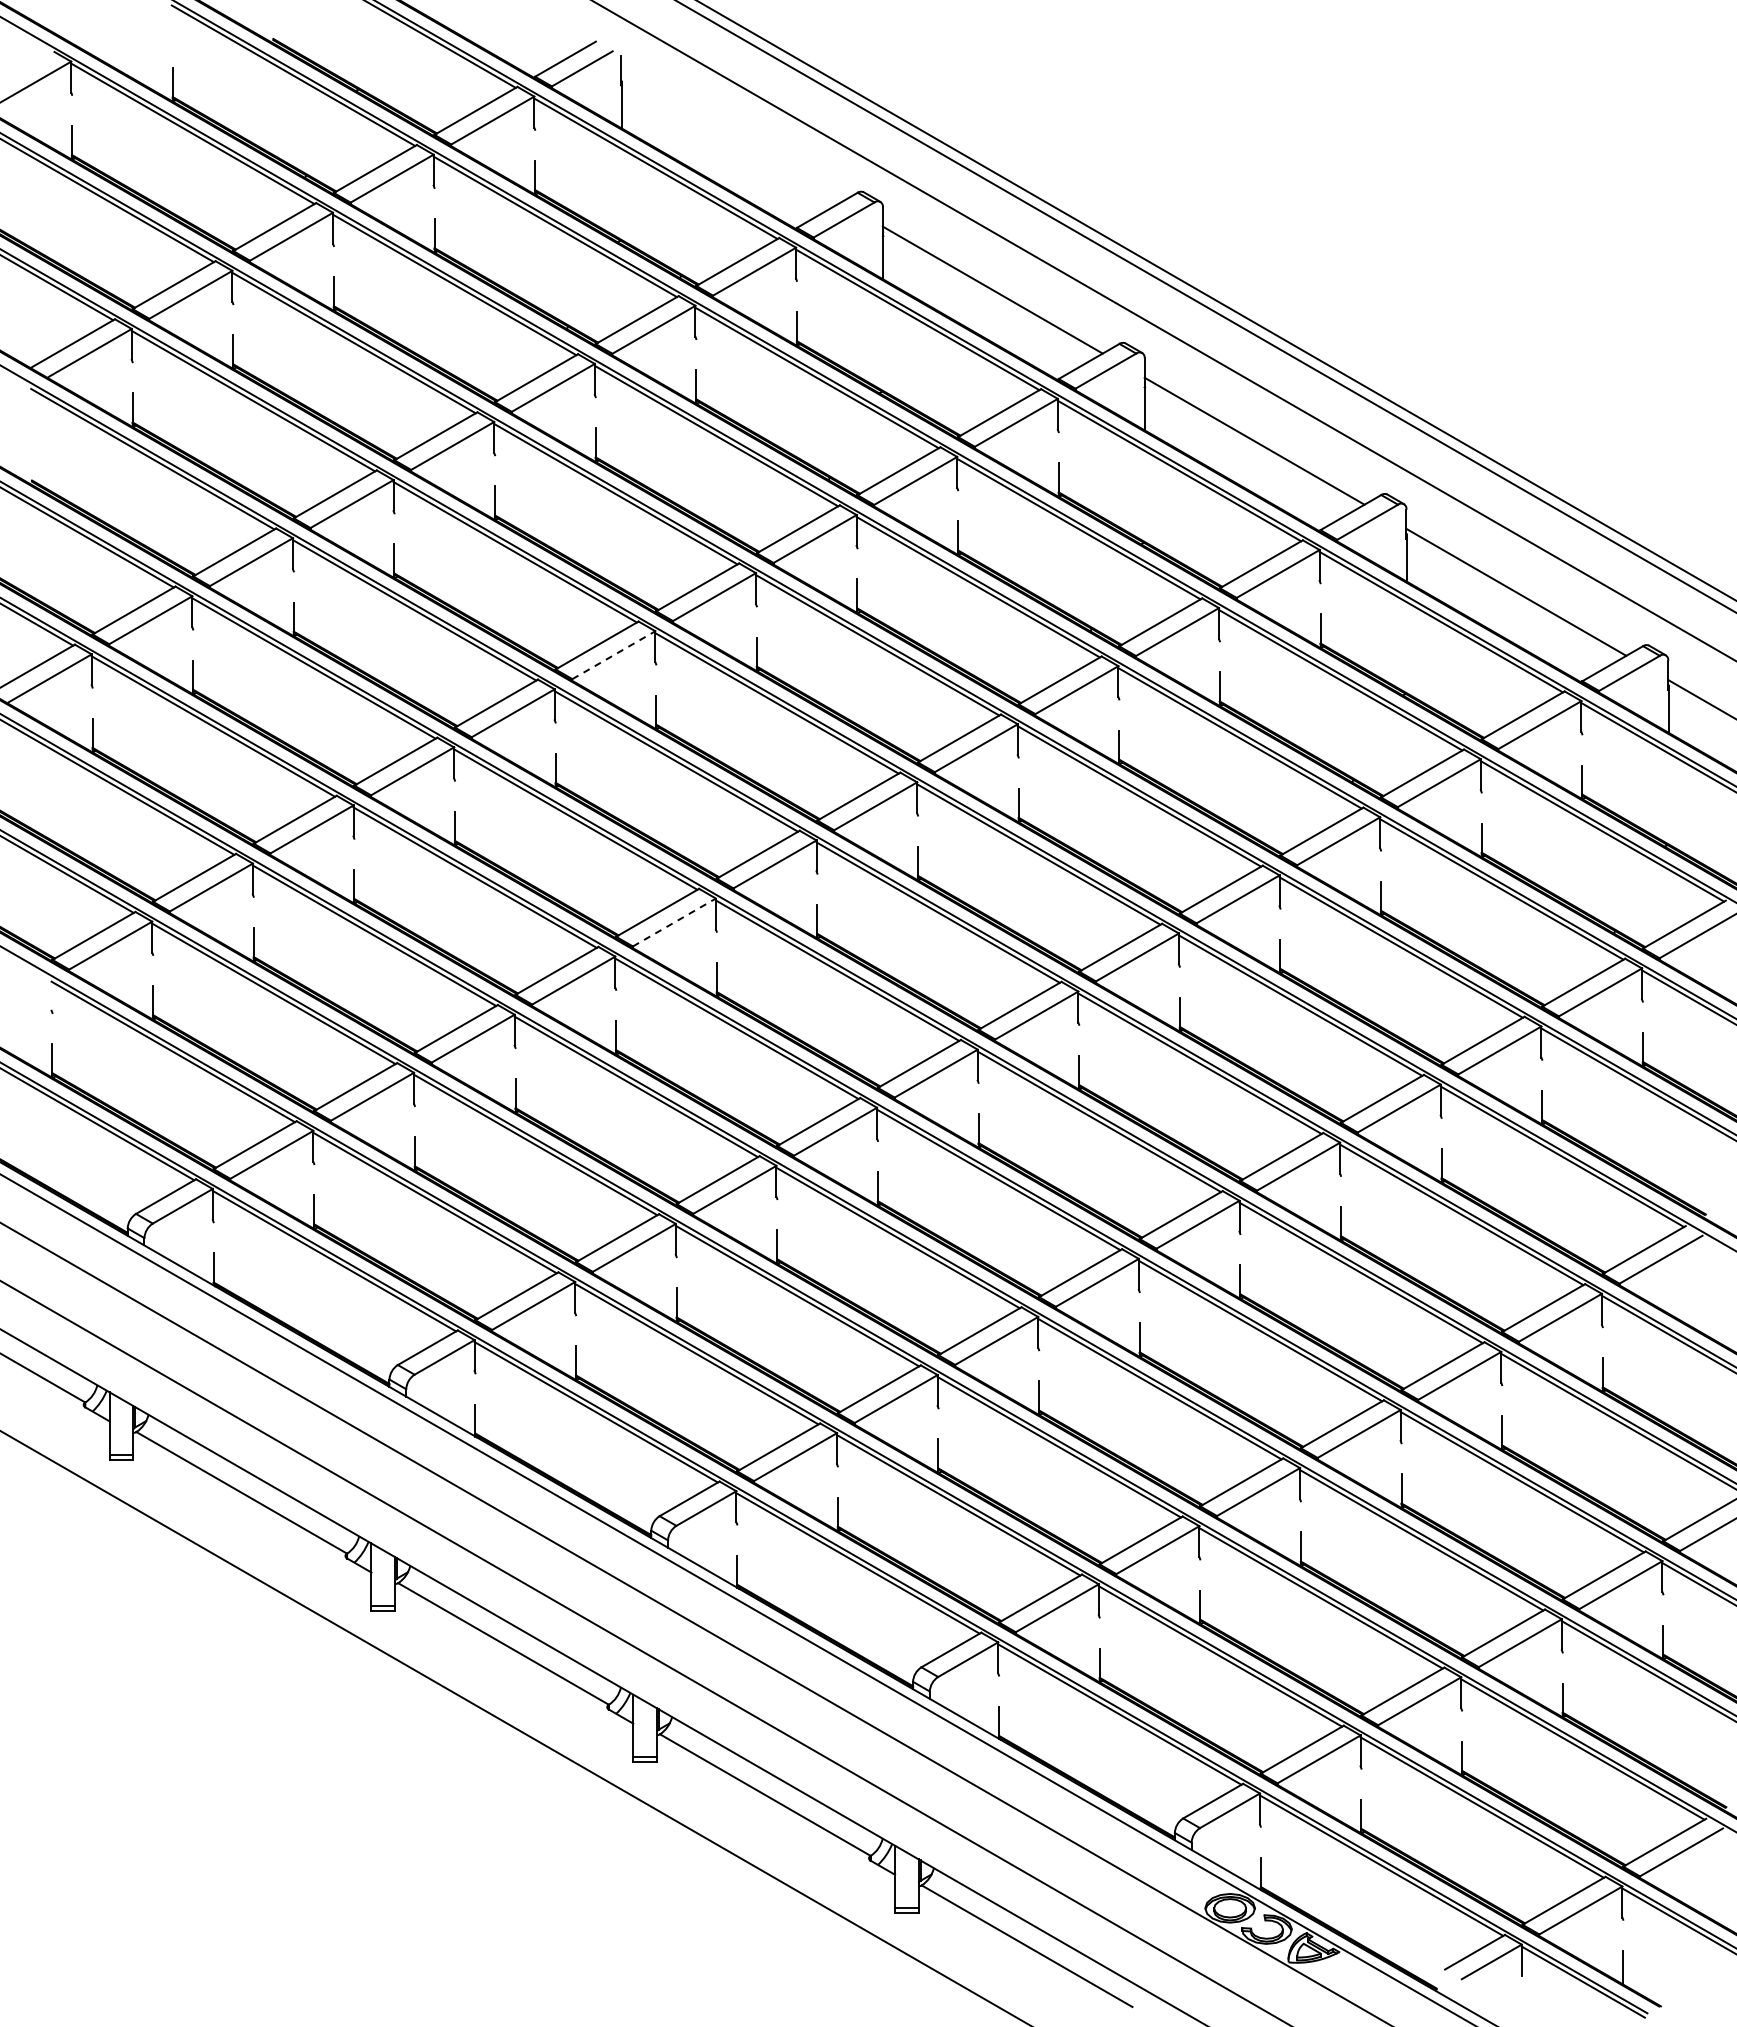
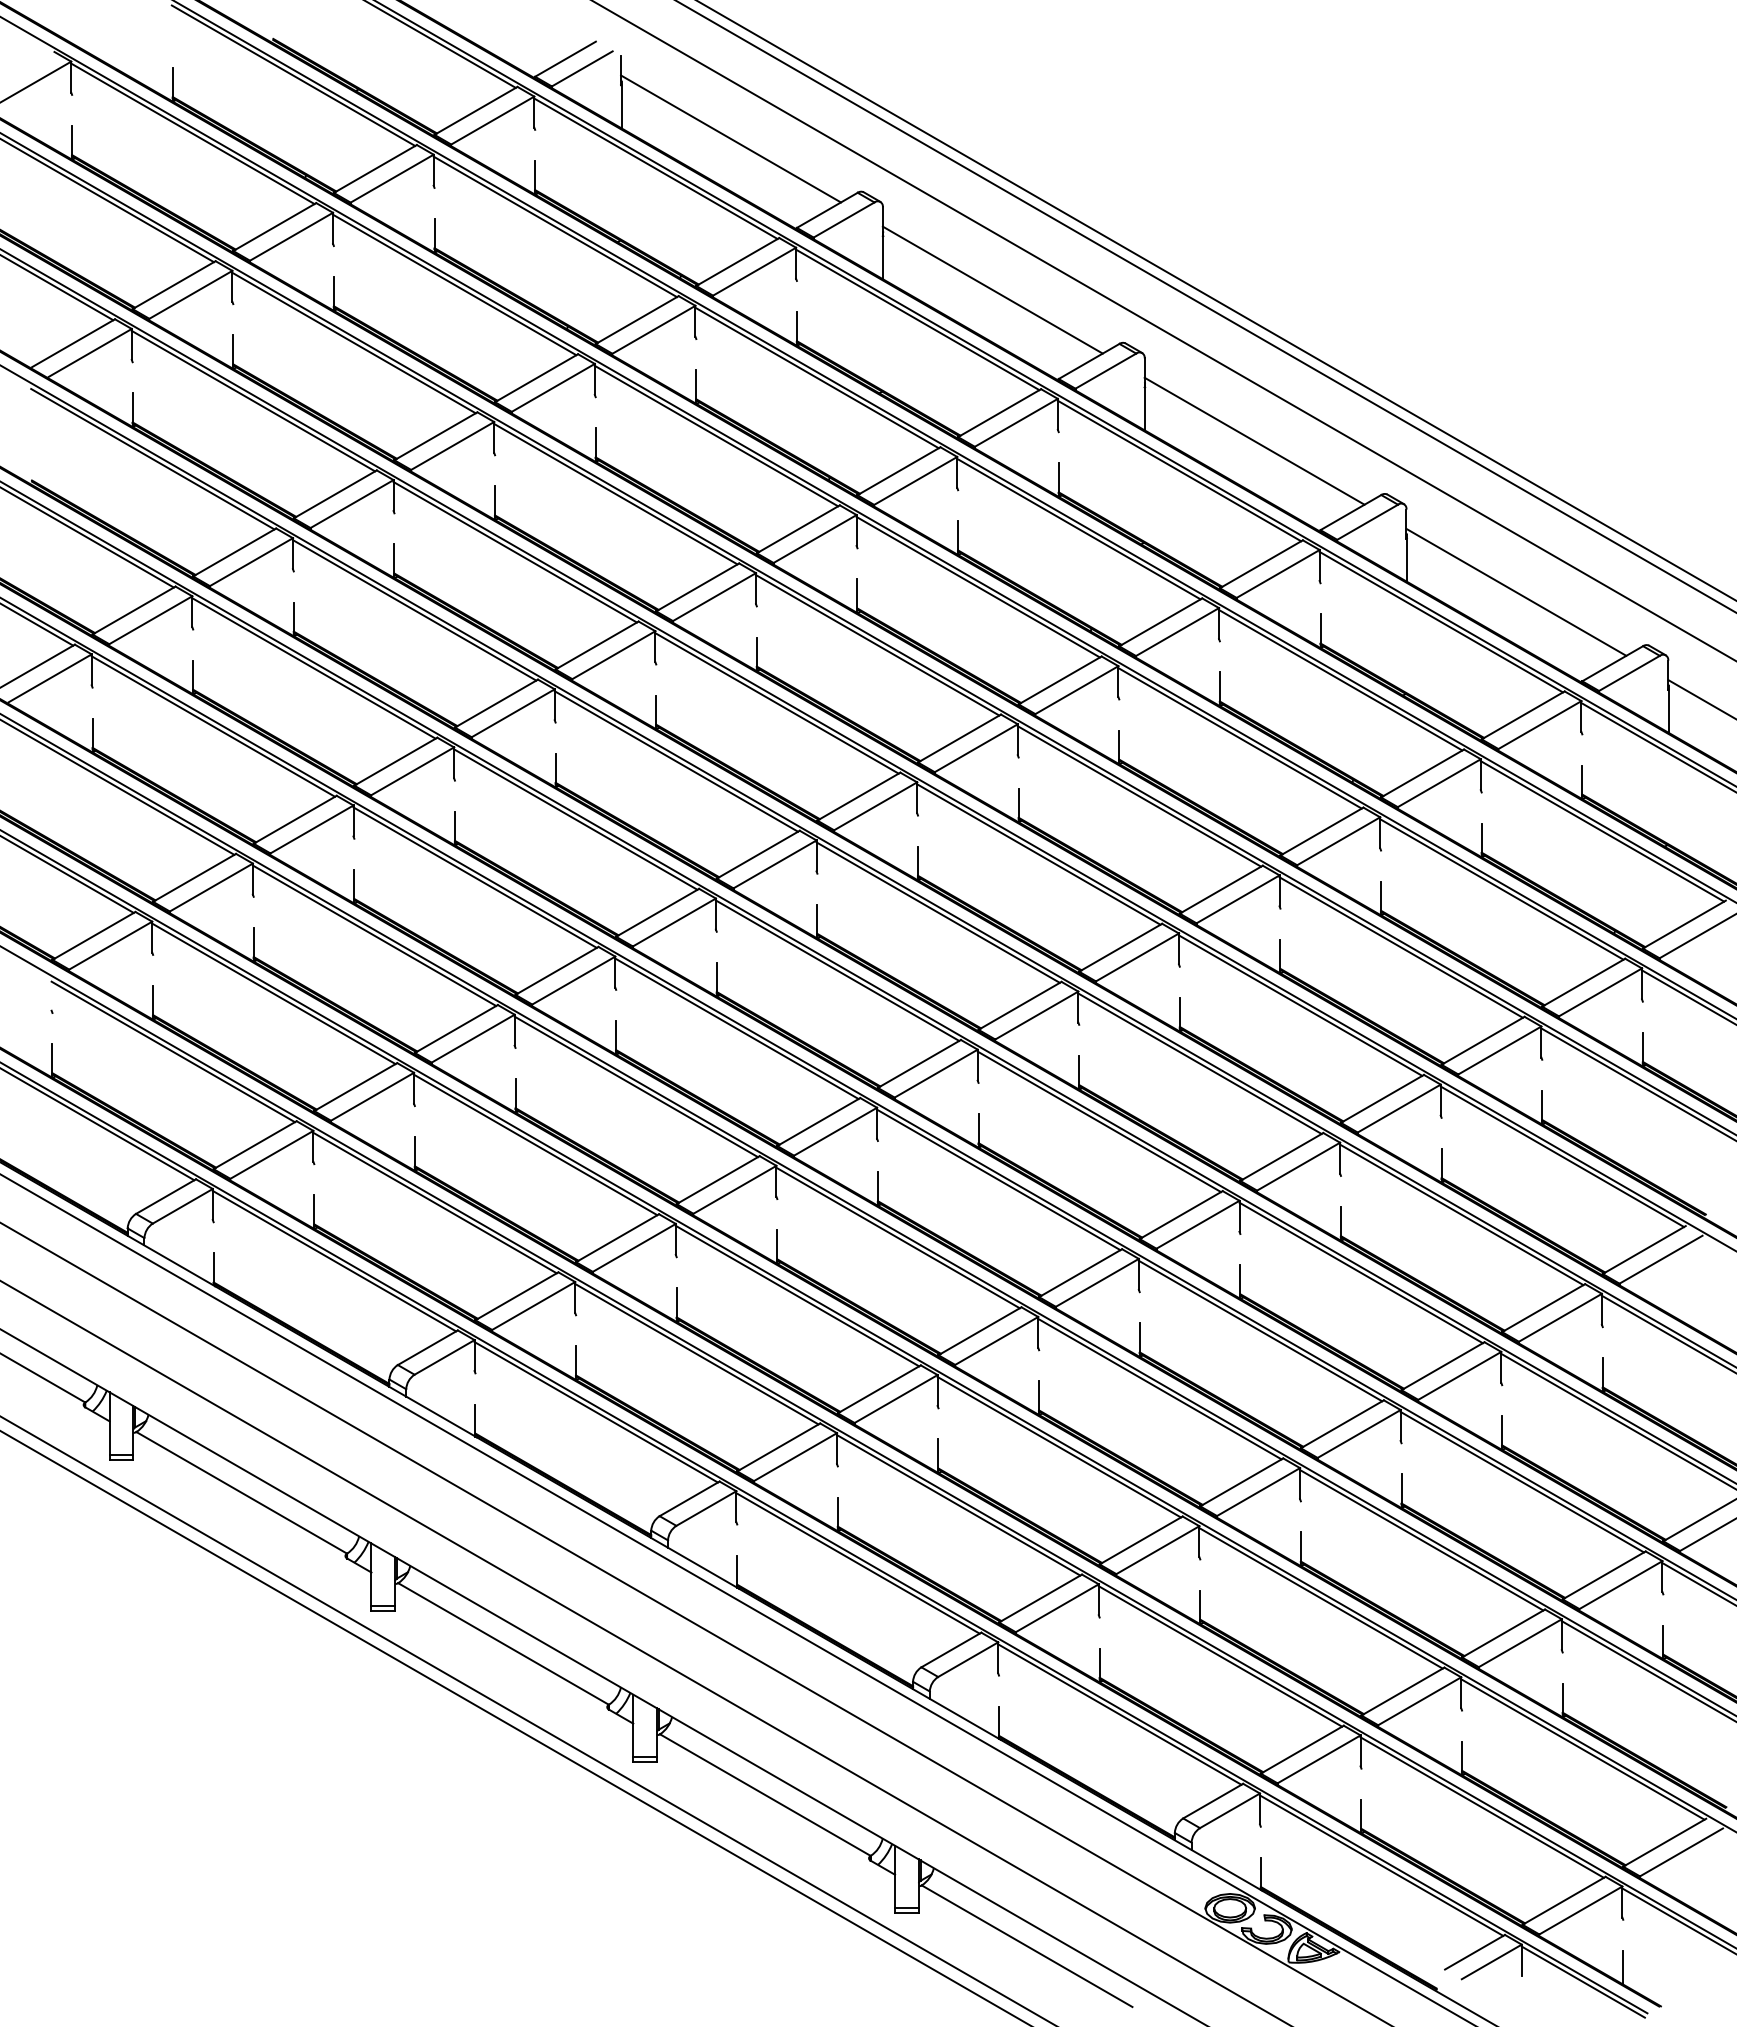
line at (730, 138): none -> present
line at (613, 655): dashed -> solid
line at (674, 922): dashed -> solid
line at (527, 1720): none -> present
